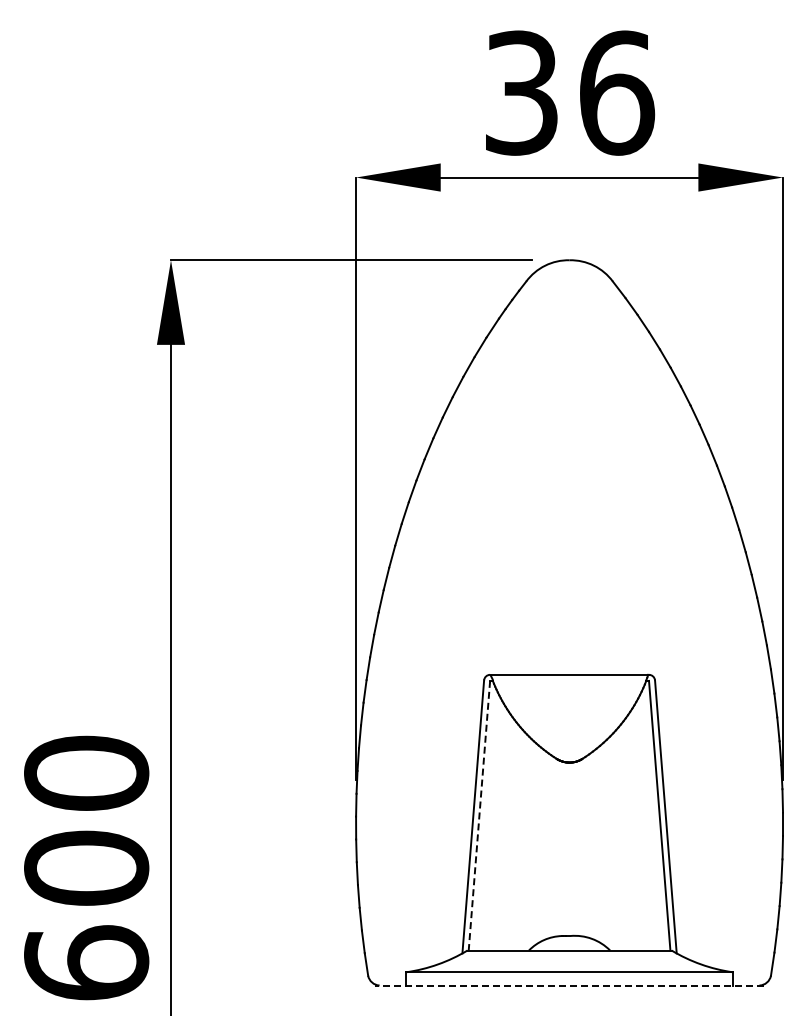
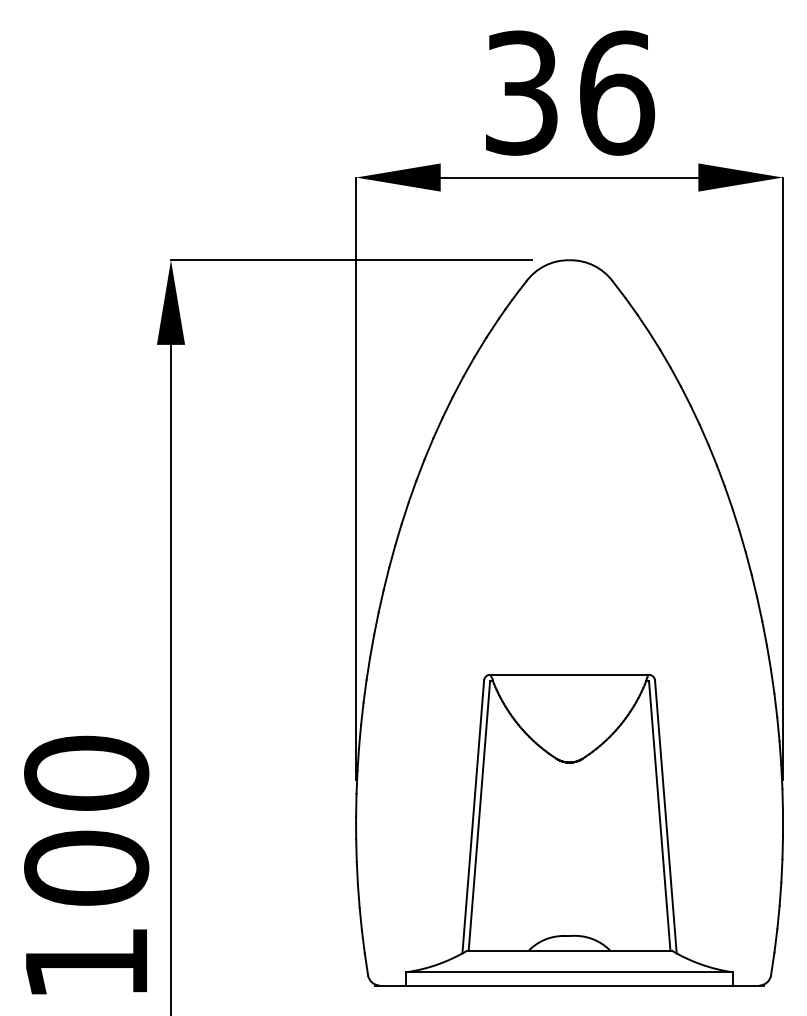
line at (479, 816): dashed -> solid
text at (86, 962): 600 -> 100
line at (569, 985): dashed -> solid
